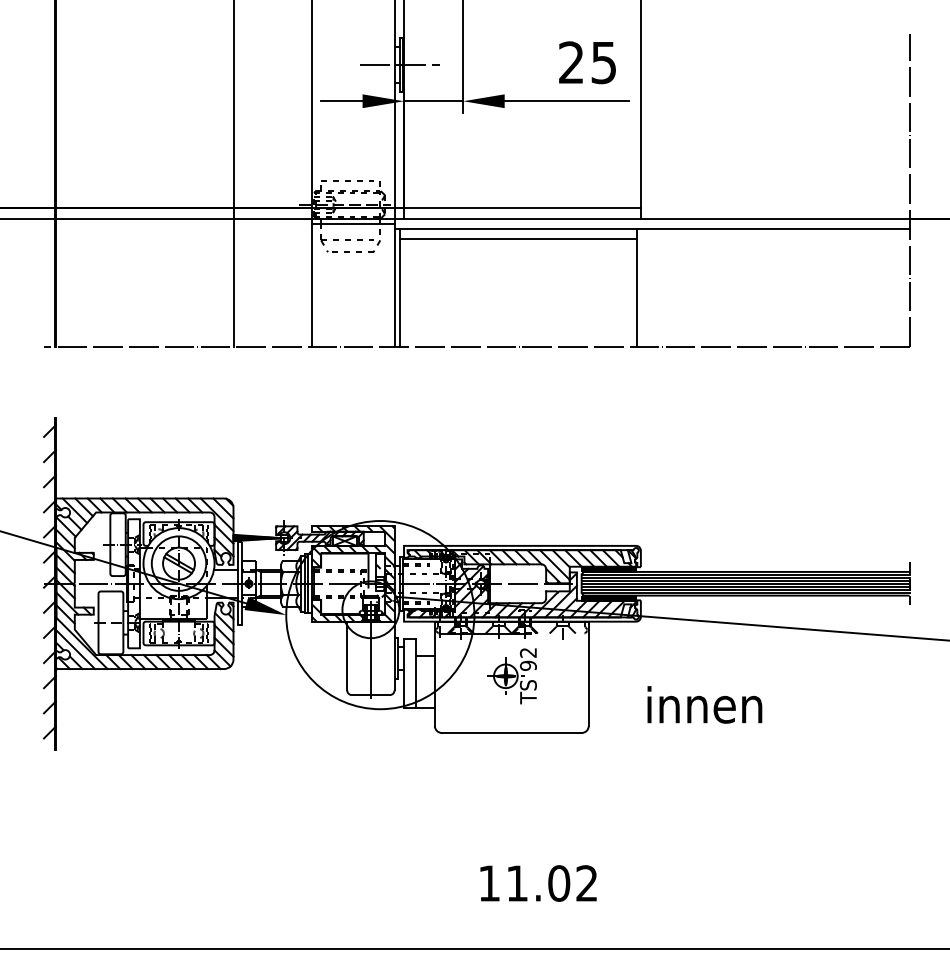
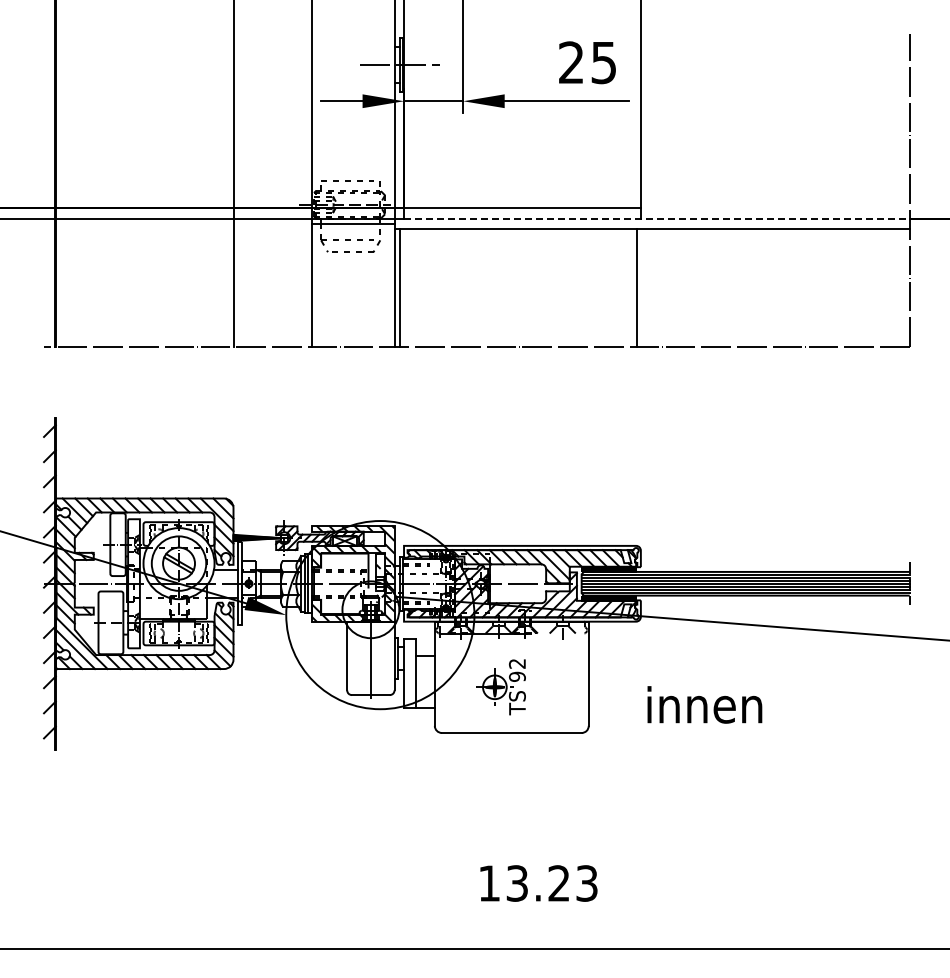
line at (656, 219): solid -> dashed
line at (518, 239): present -> none
part at (511, 676) position: (511, 676) -> (500, 687)
text at (551, 883): 11.02 -> 13.23
